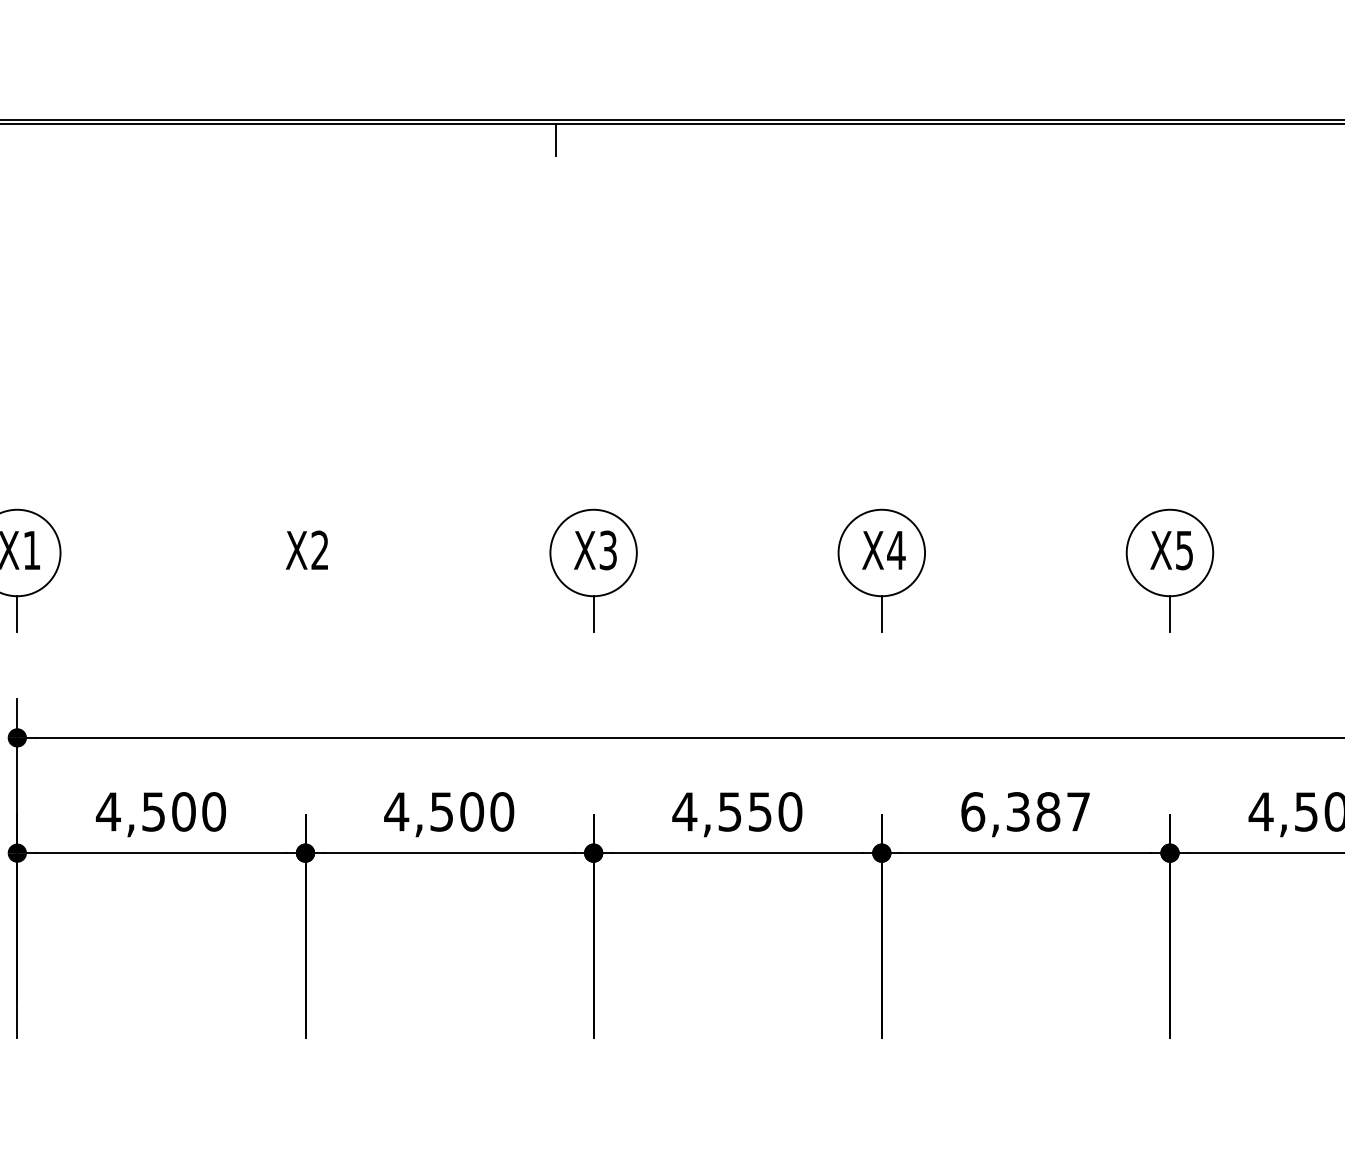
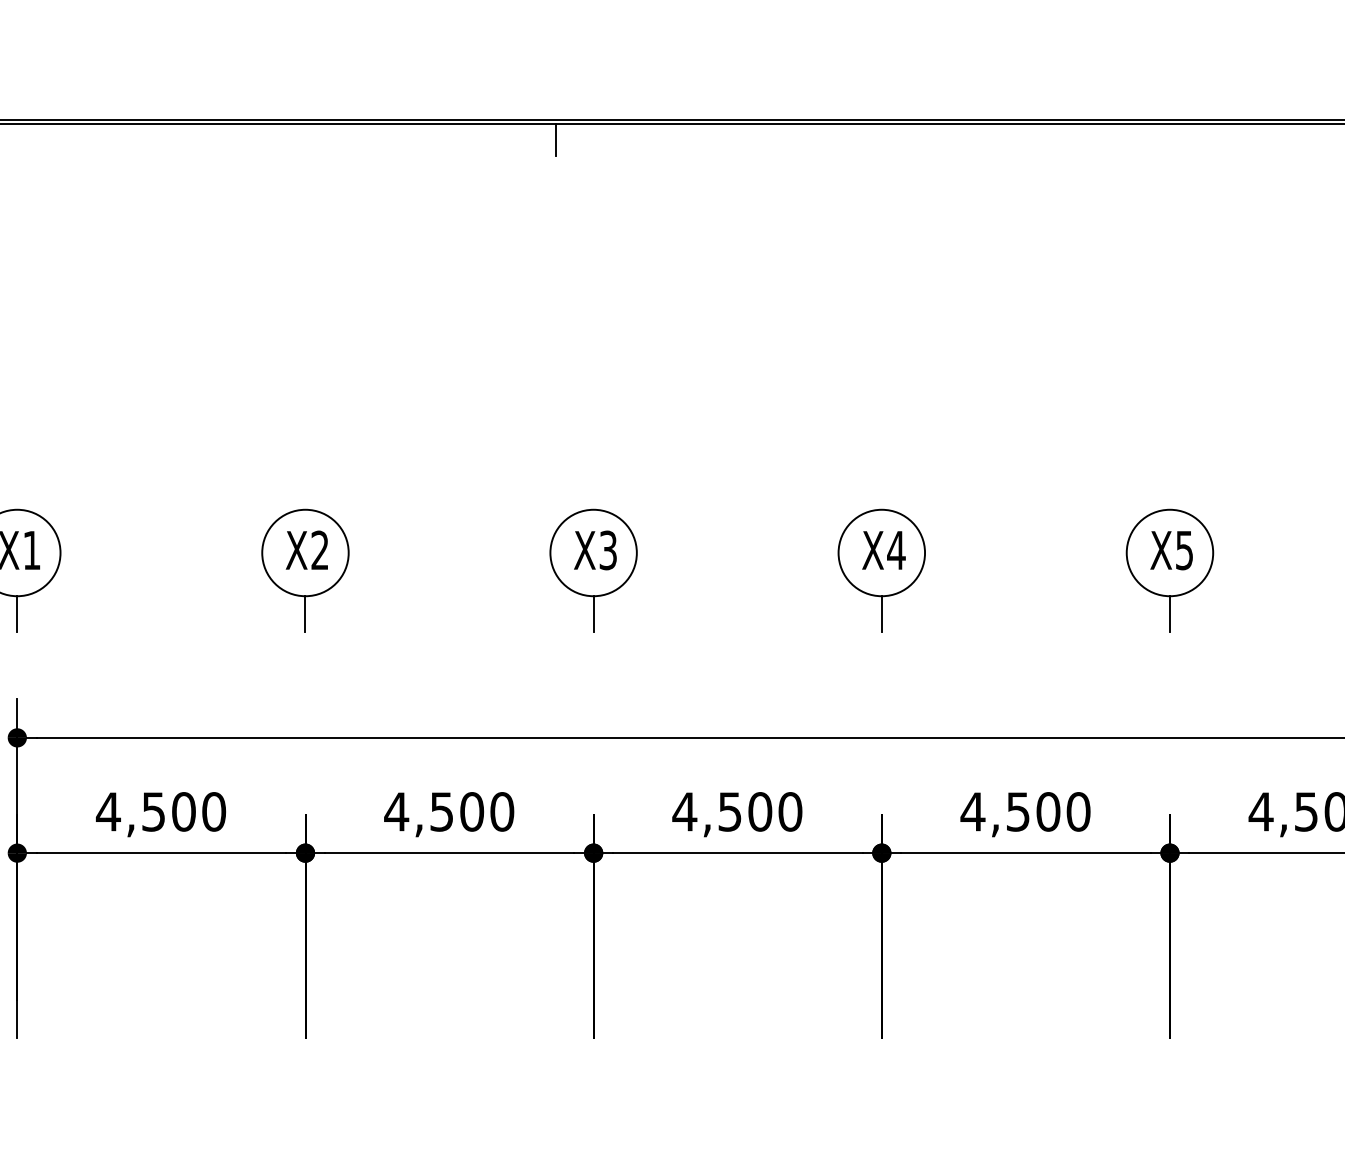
part at (305, 570): none -> present
text at (760, 811): 4,550 -> 4,500
text at (1025, 811): 6,387 -> 4,500
